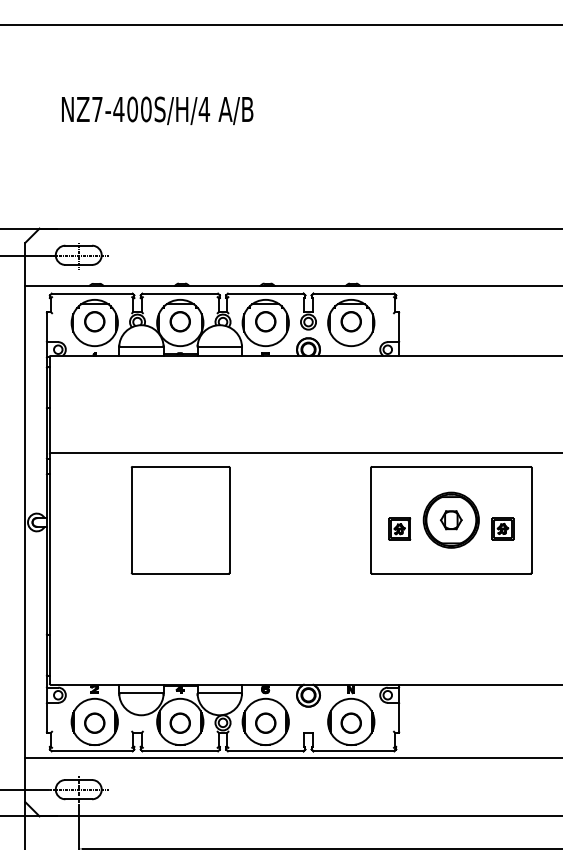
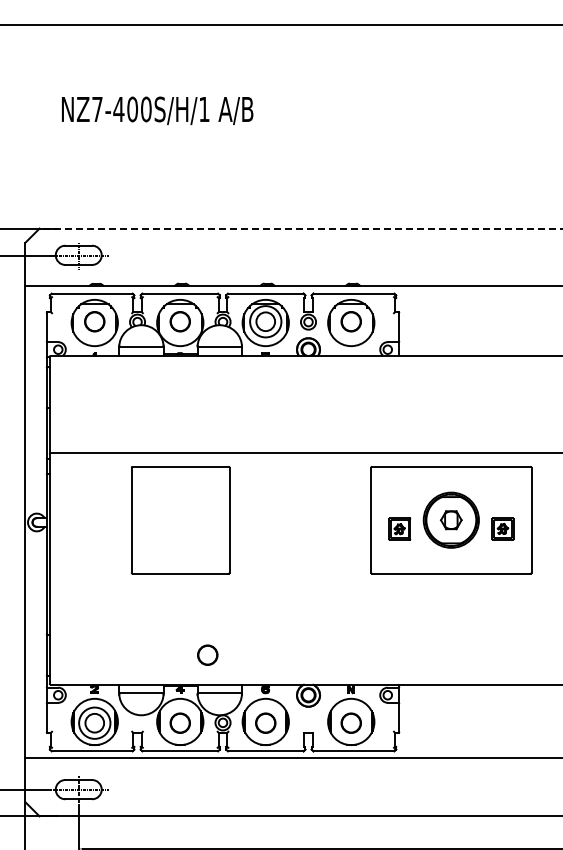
text at (204, 109): NZ7-400S/H/4 -> NZ7-400S/H/1
line at (300, 228): solid -> dashed
circle at (265, 321) diameter: 20 px -> 31 px
circle at (207, 654): none -> present
circle at (94, 723) diameter: 20 px -> 31 px
